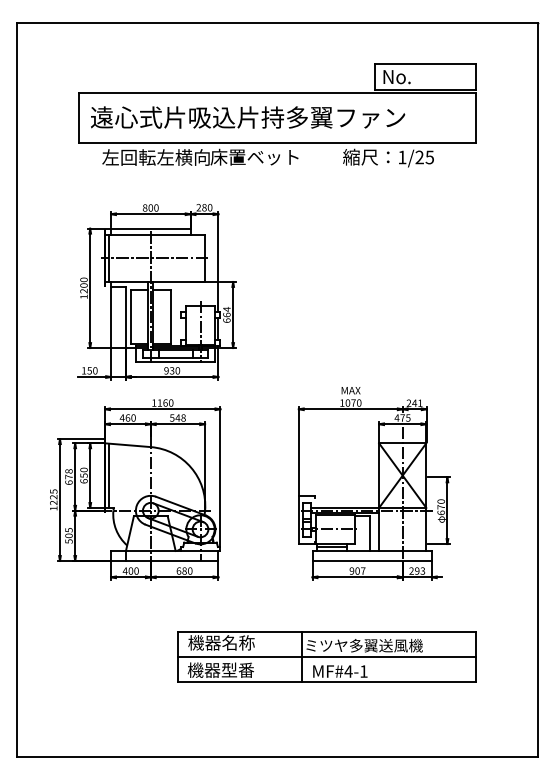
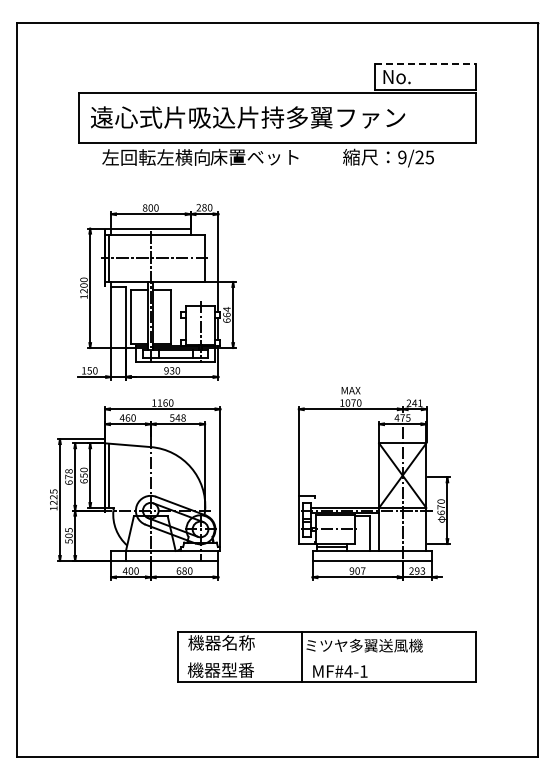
line at (425, 64): solid -> dashed
text at (402, 157): 1/25 -> 9/25
line at (327, 657): present -> none
